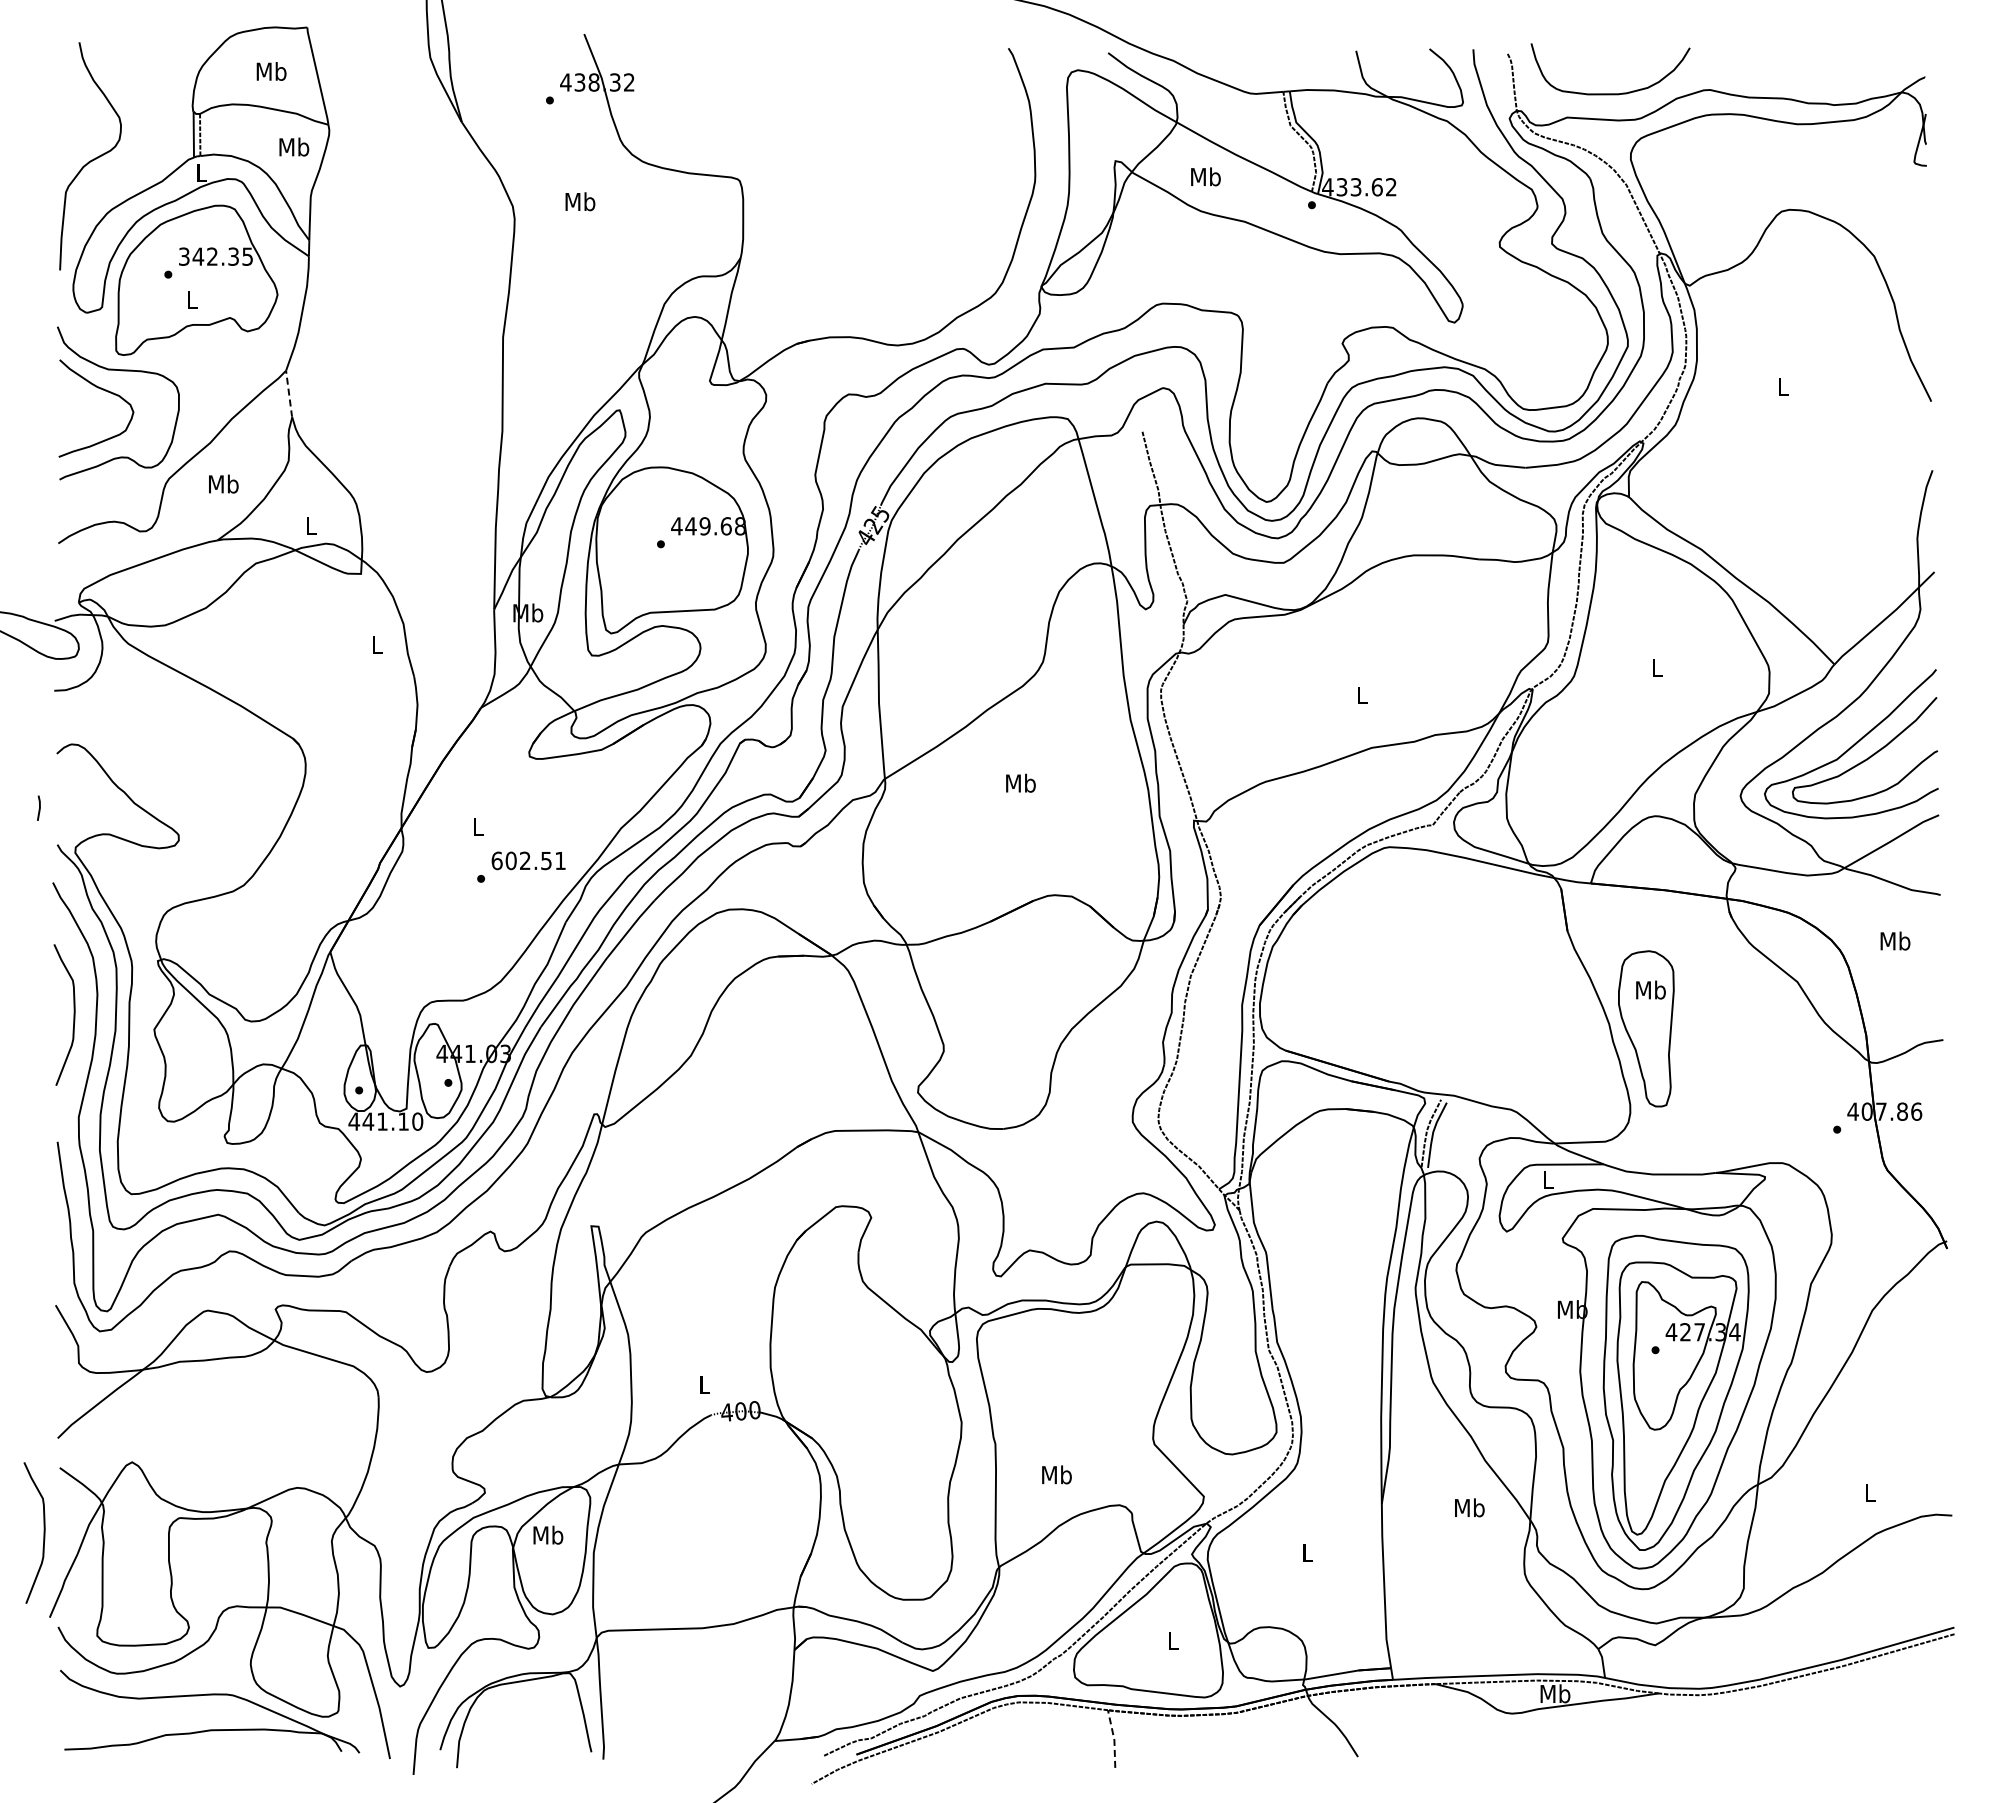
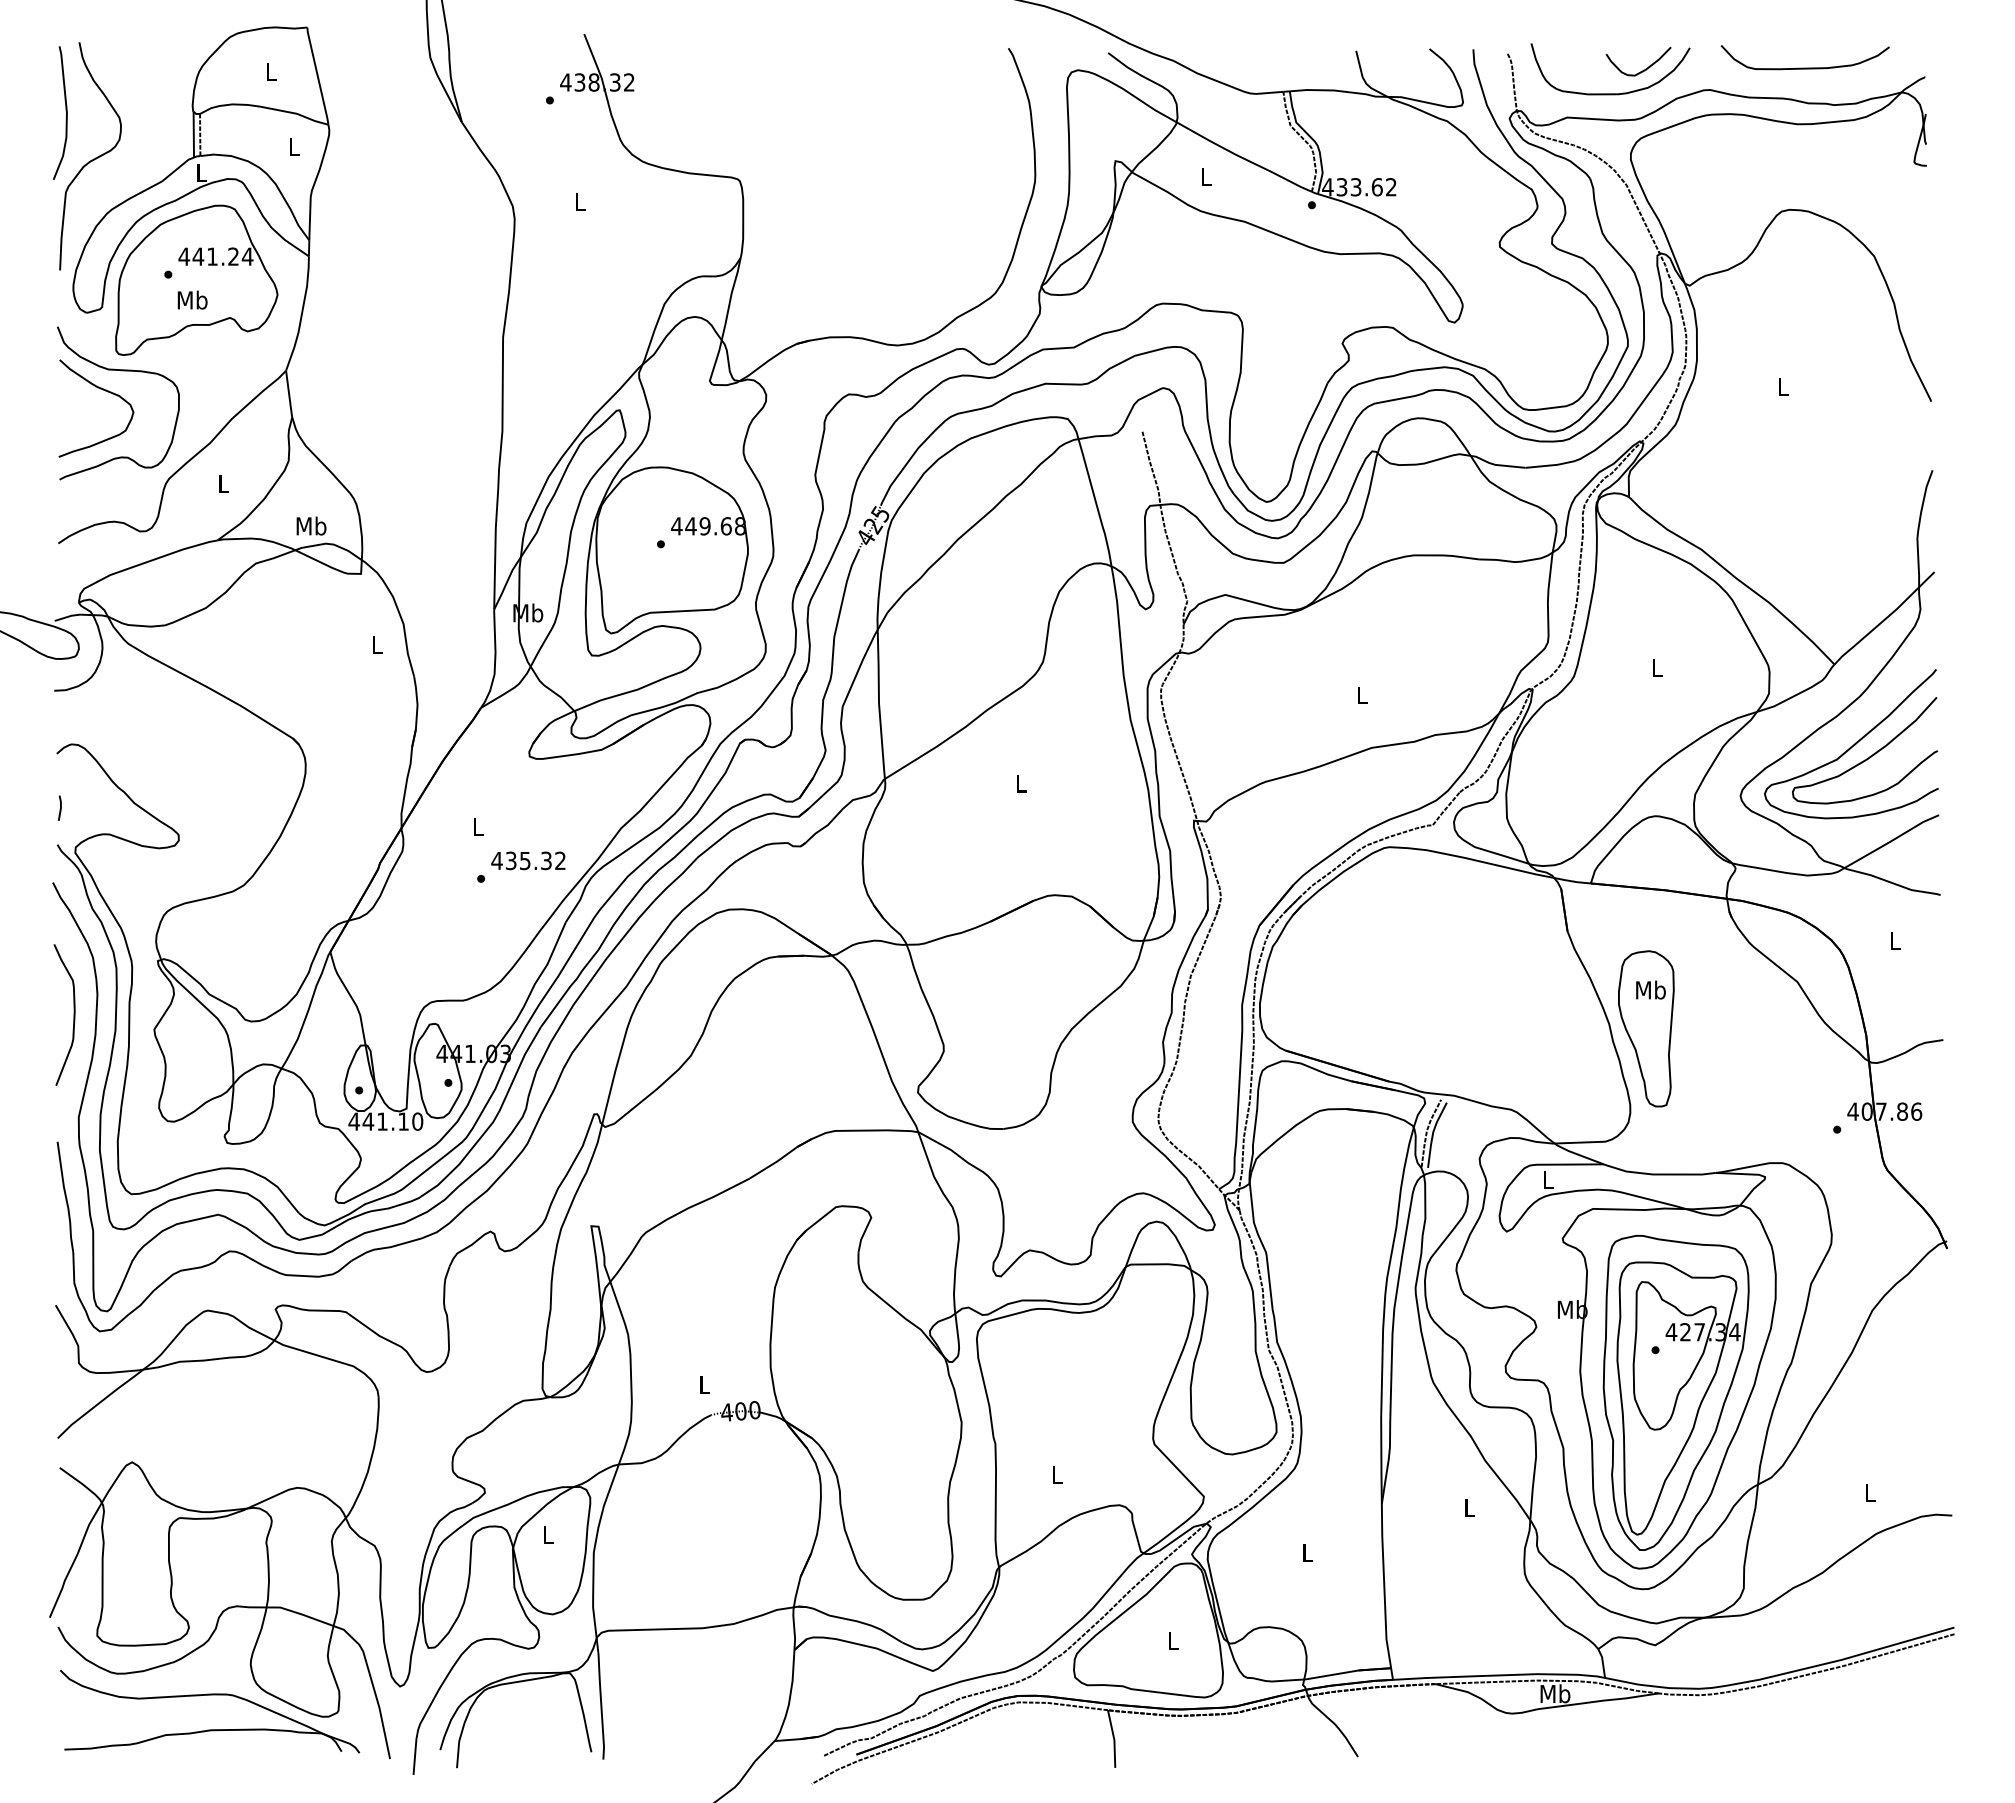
curve at (1804, 67): none -> present
curve at (1642, 70): none -> present
text at (271, 71): Mb -> L
curve at (65, 111): none -> present
text at (294, 146): Mb -> L
text at (1205, 176): Mb -> L
text at (580, 201): Mb -> L
text at (215, 256): 342.35 -> 441.24
text at (192, 299): L -> Mb
line at (289, 394): dashed -> solid
text at (223, 483): Mb -> L
text at (311, 525): L -> Mb
text at (1020, 782): Mb -> L
line at (39, 807) position: (39, 807) -> (60, 807)
text at (528, 860): 602.51 -> 435.32
text at (1895, 940): Mb -> L
text at (1056, 1474): Mb -> L
text at (1469, 1507): Mb -> L
curve at (43, 1532): present -> none
text at (548, 1534): Mb -> L
line at (1114, 1739): dashed -> solid
